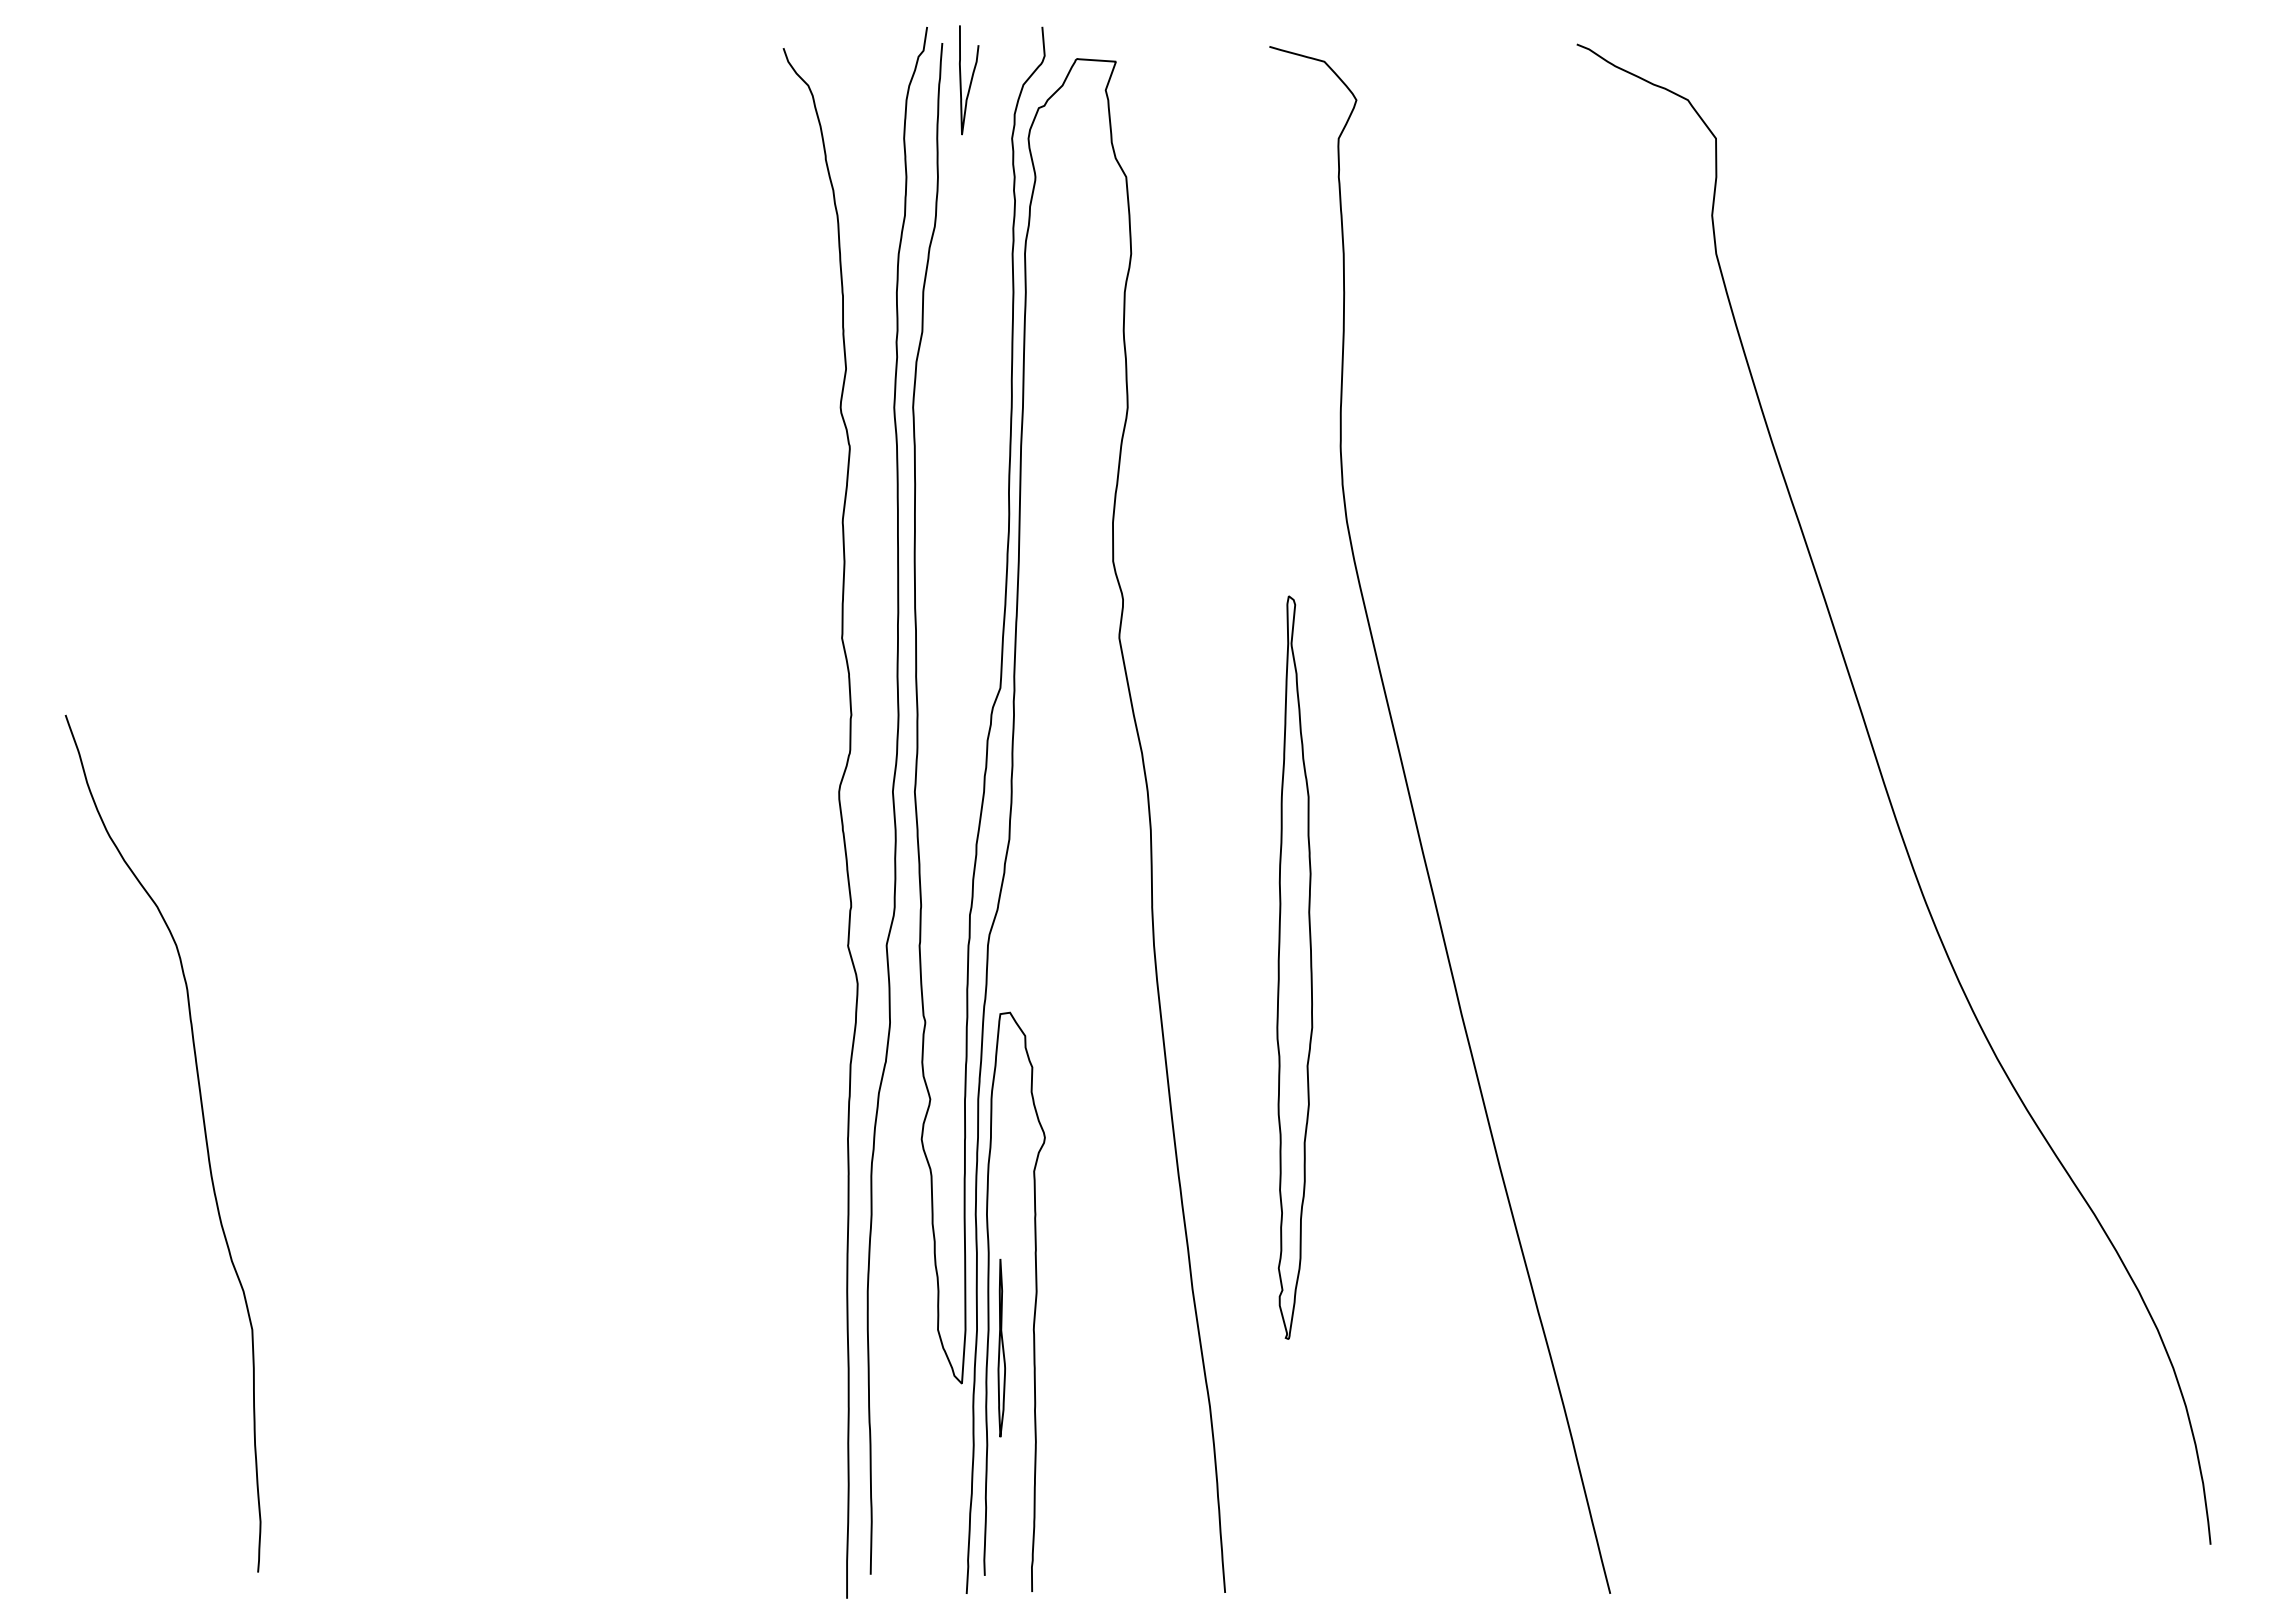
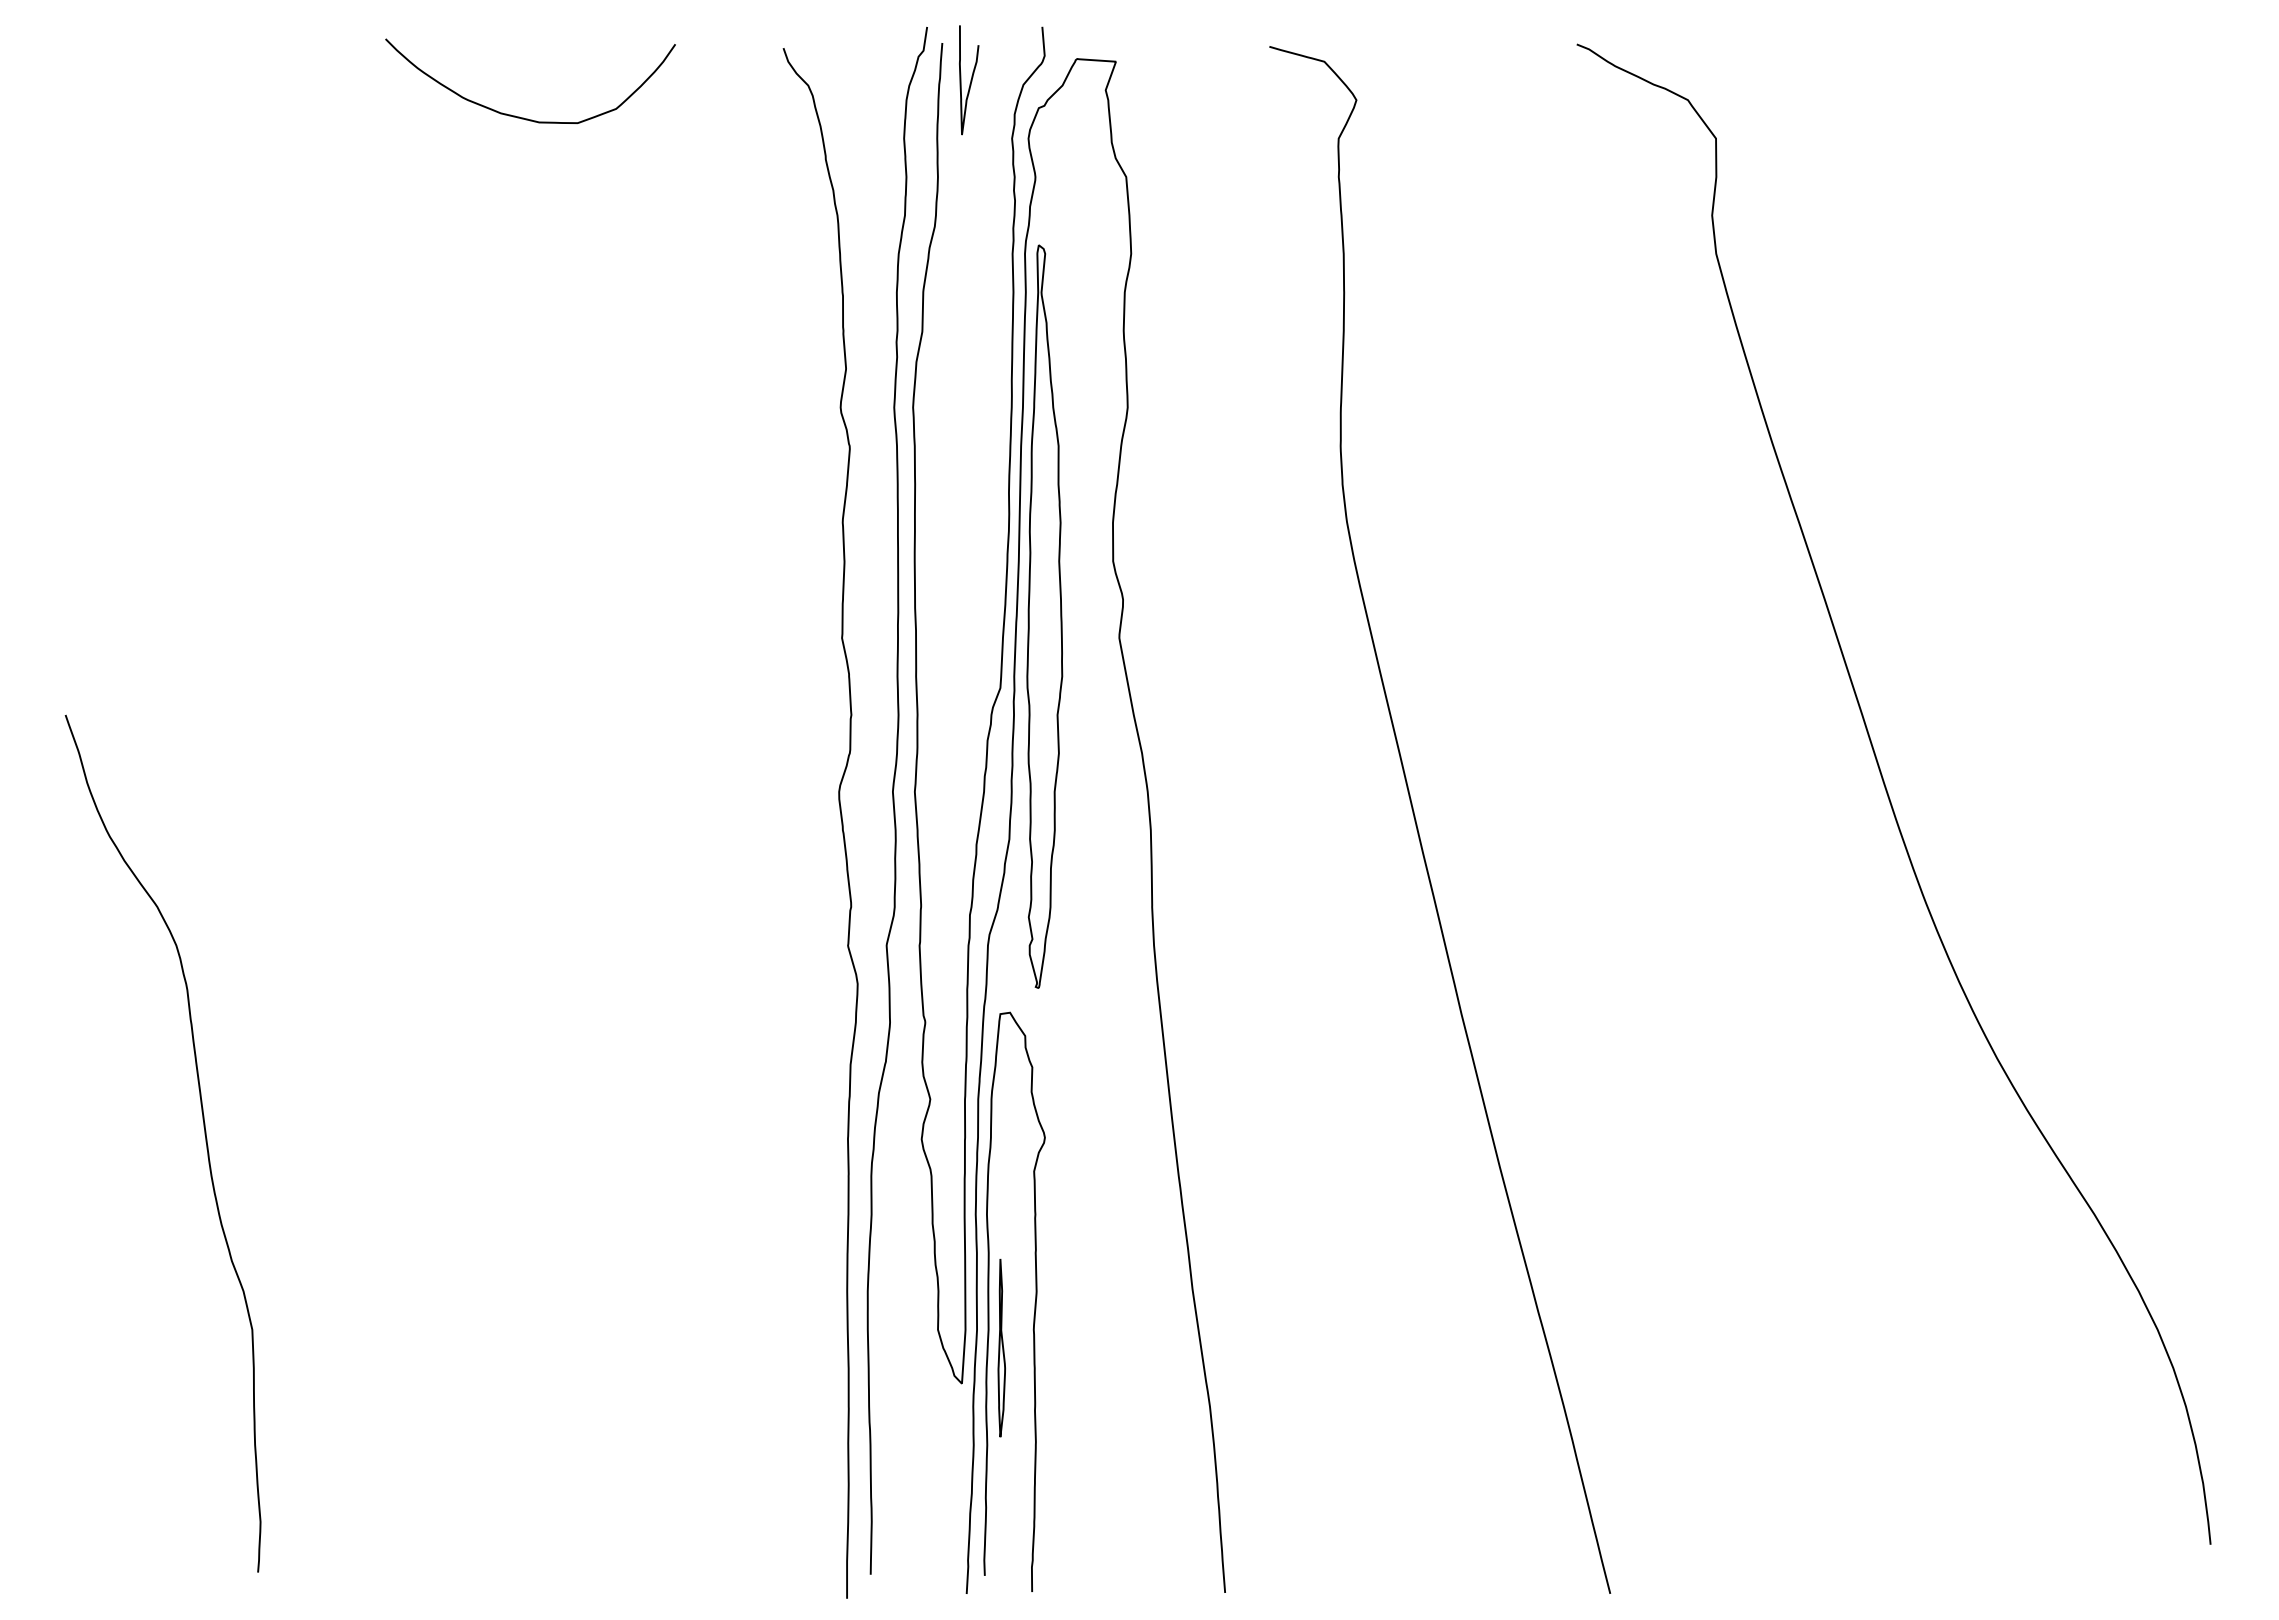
curve at (519, 116): none -> present
part at (1294, 967) position: (1294, 967) -> (1044, 616)
